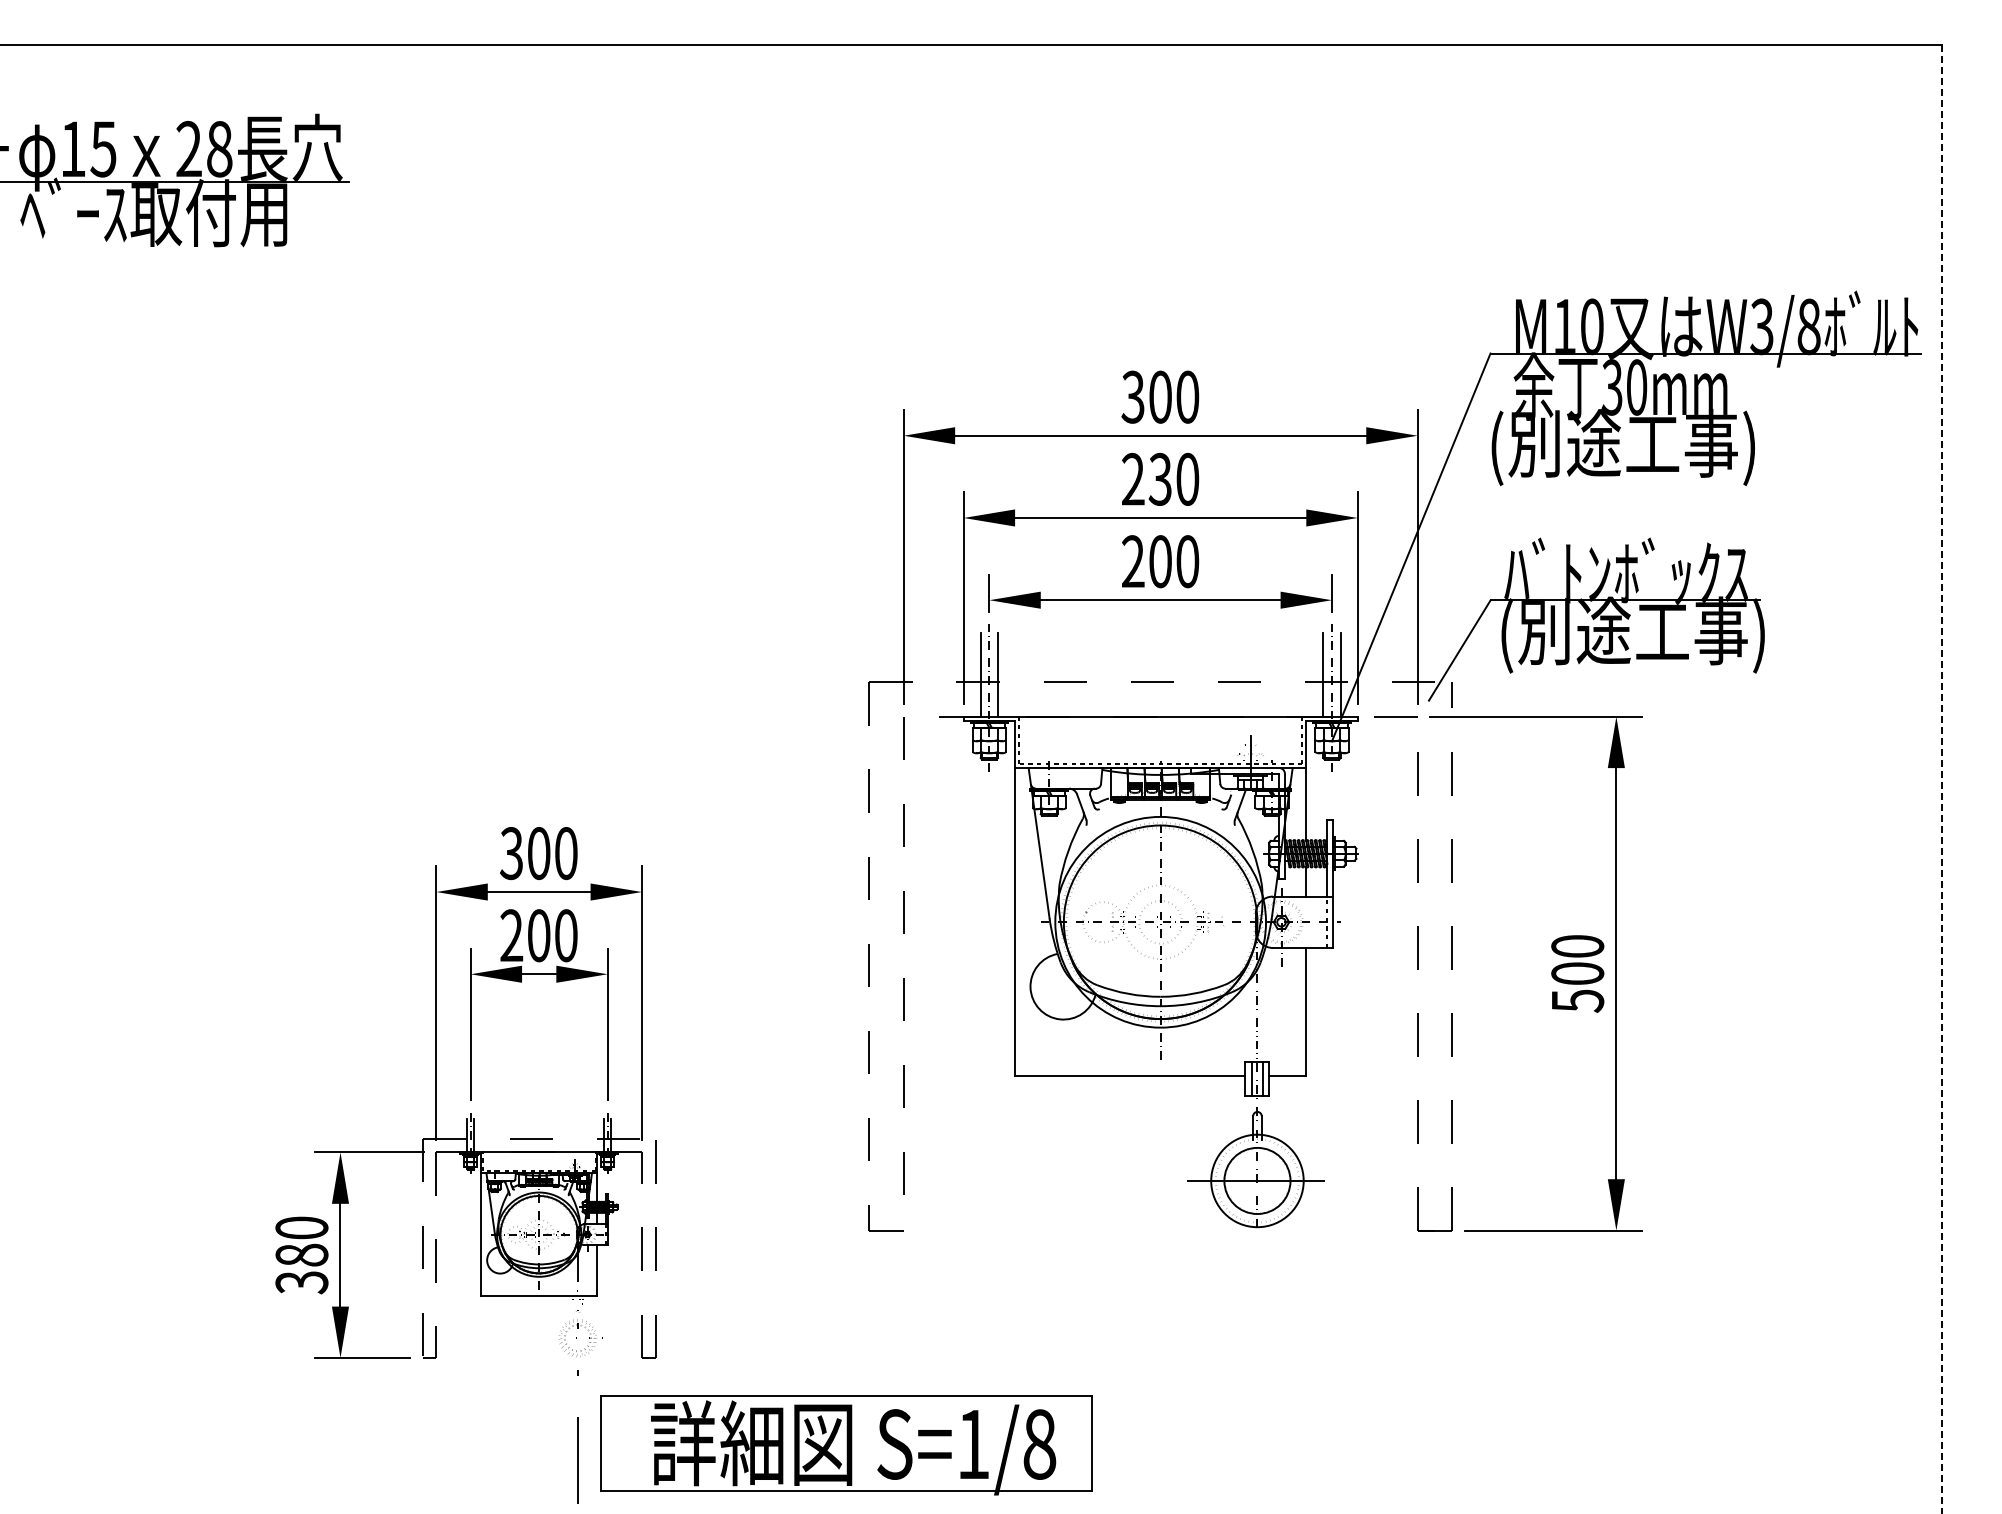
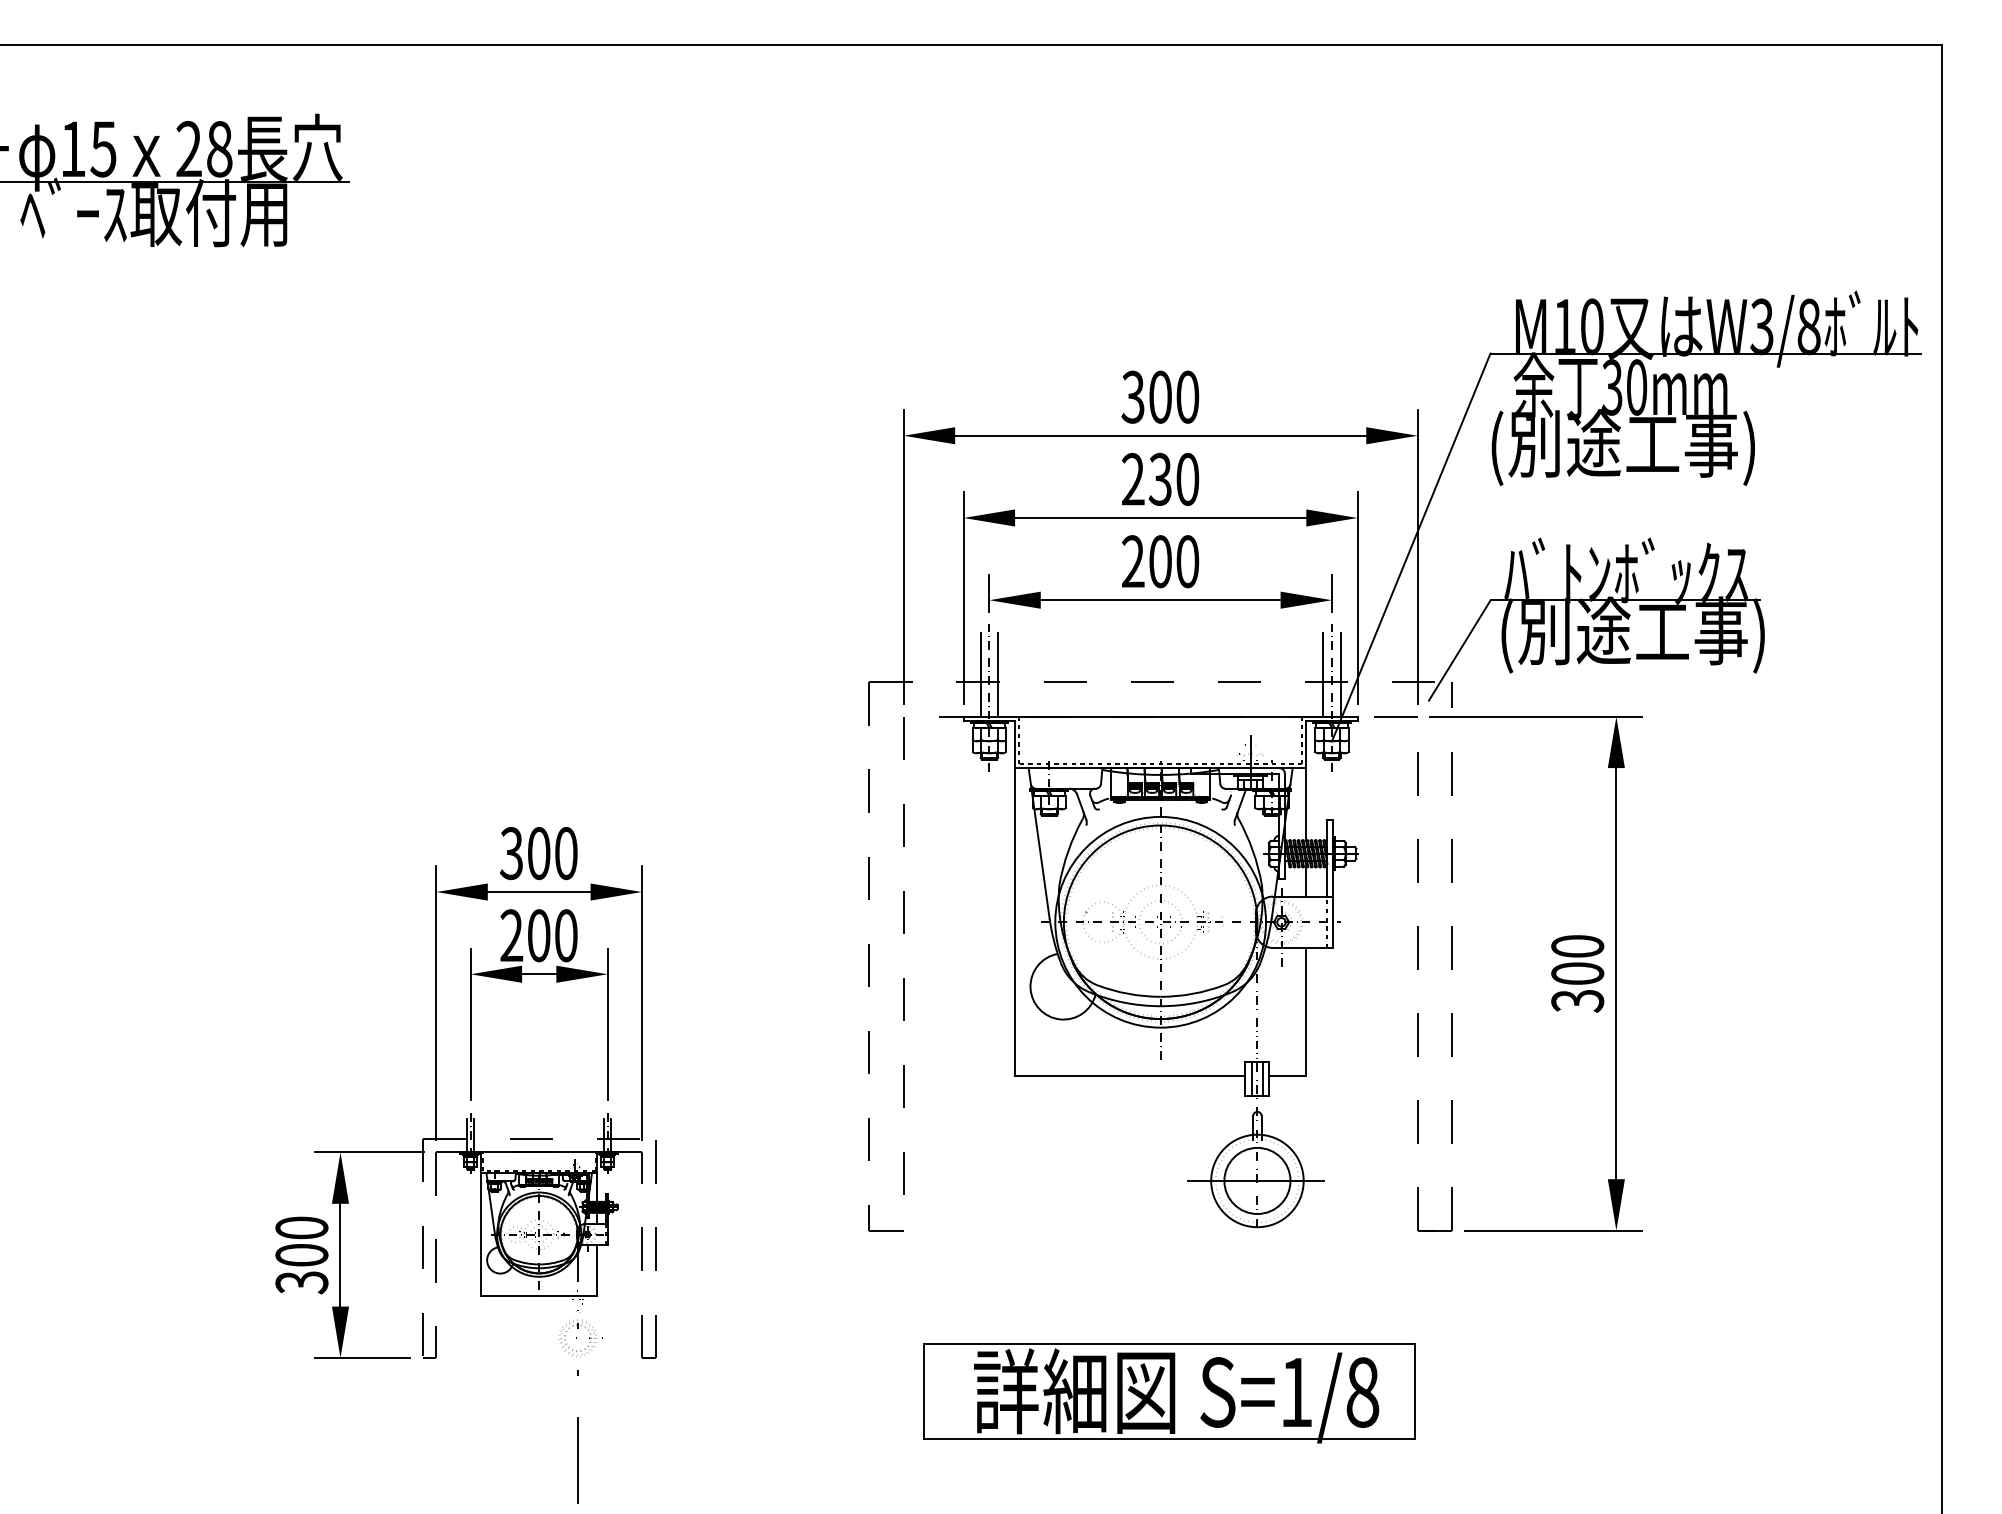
line at (1941, 779): dashed -> solid
text at (1577, 1000): 500 -> 300
text at (301, 1254): 380 -> 300
part at (846, 1445) position: (846, 1445) -> (1169, 1393)
